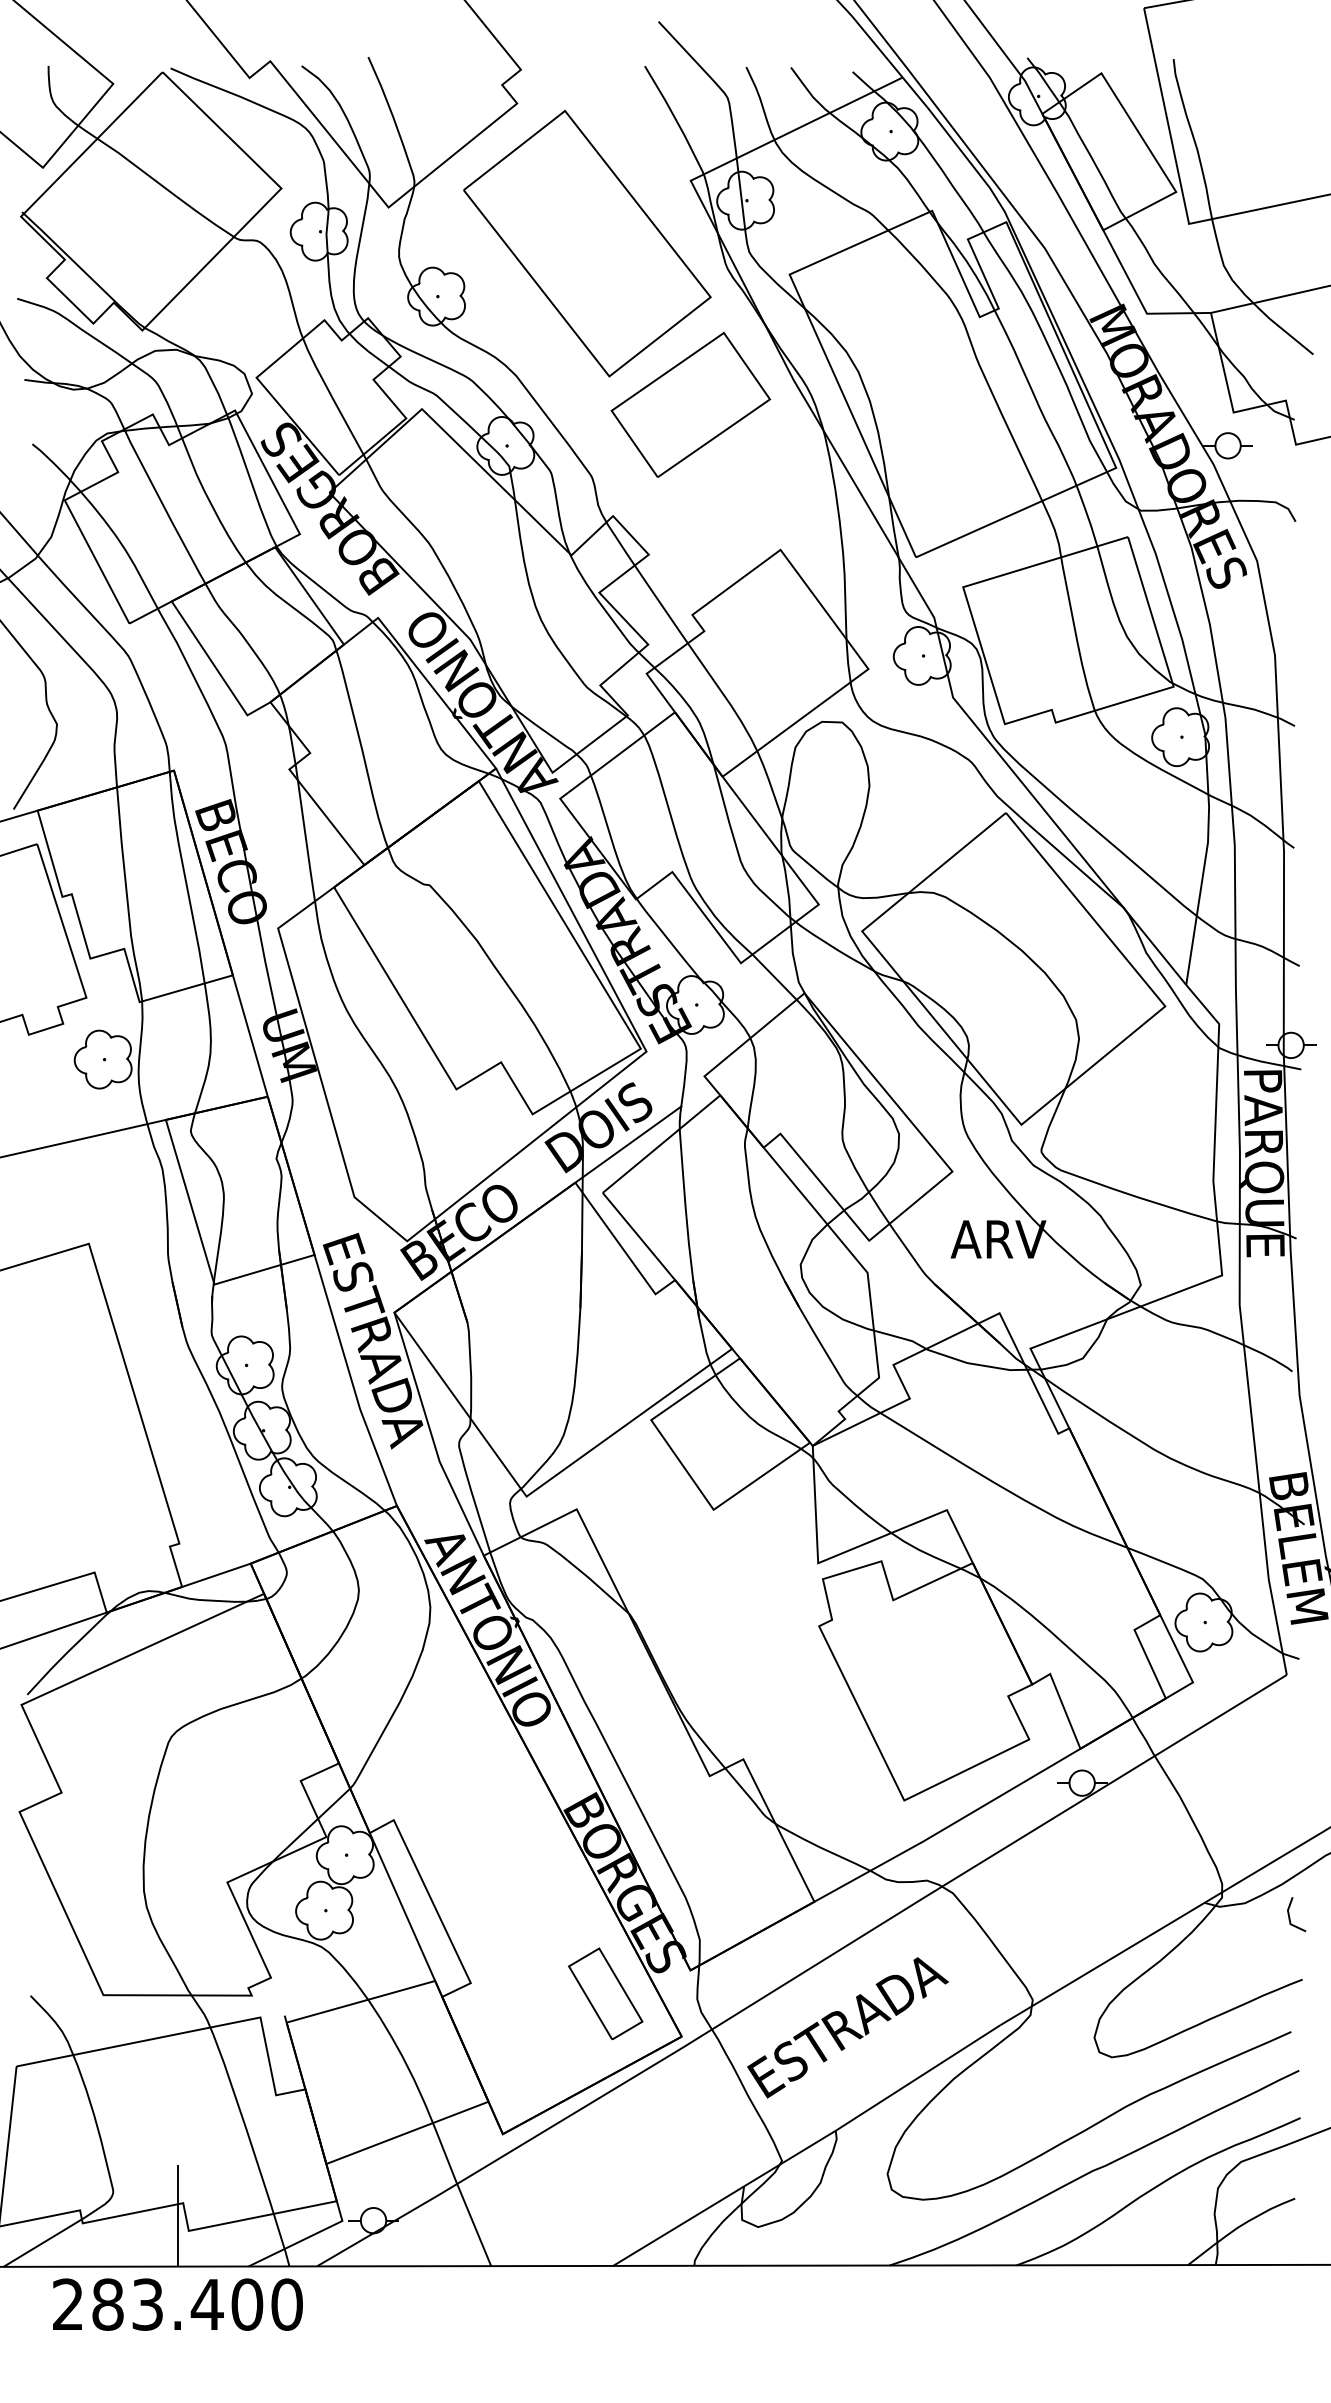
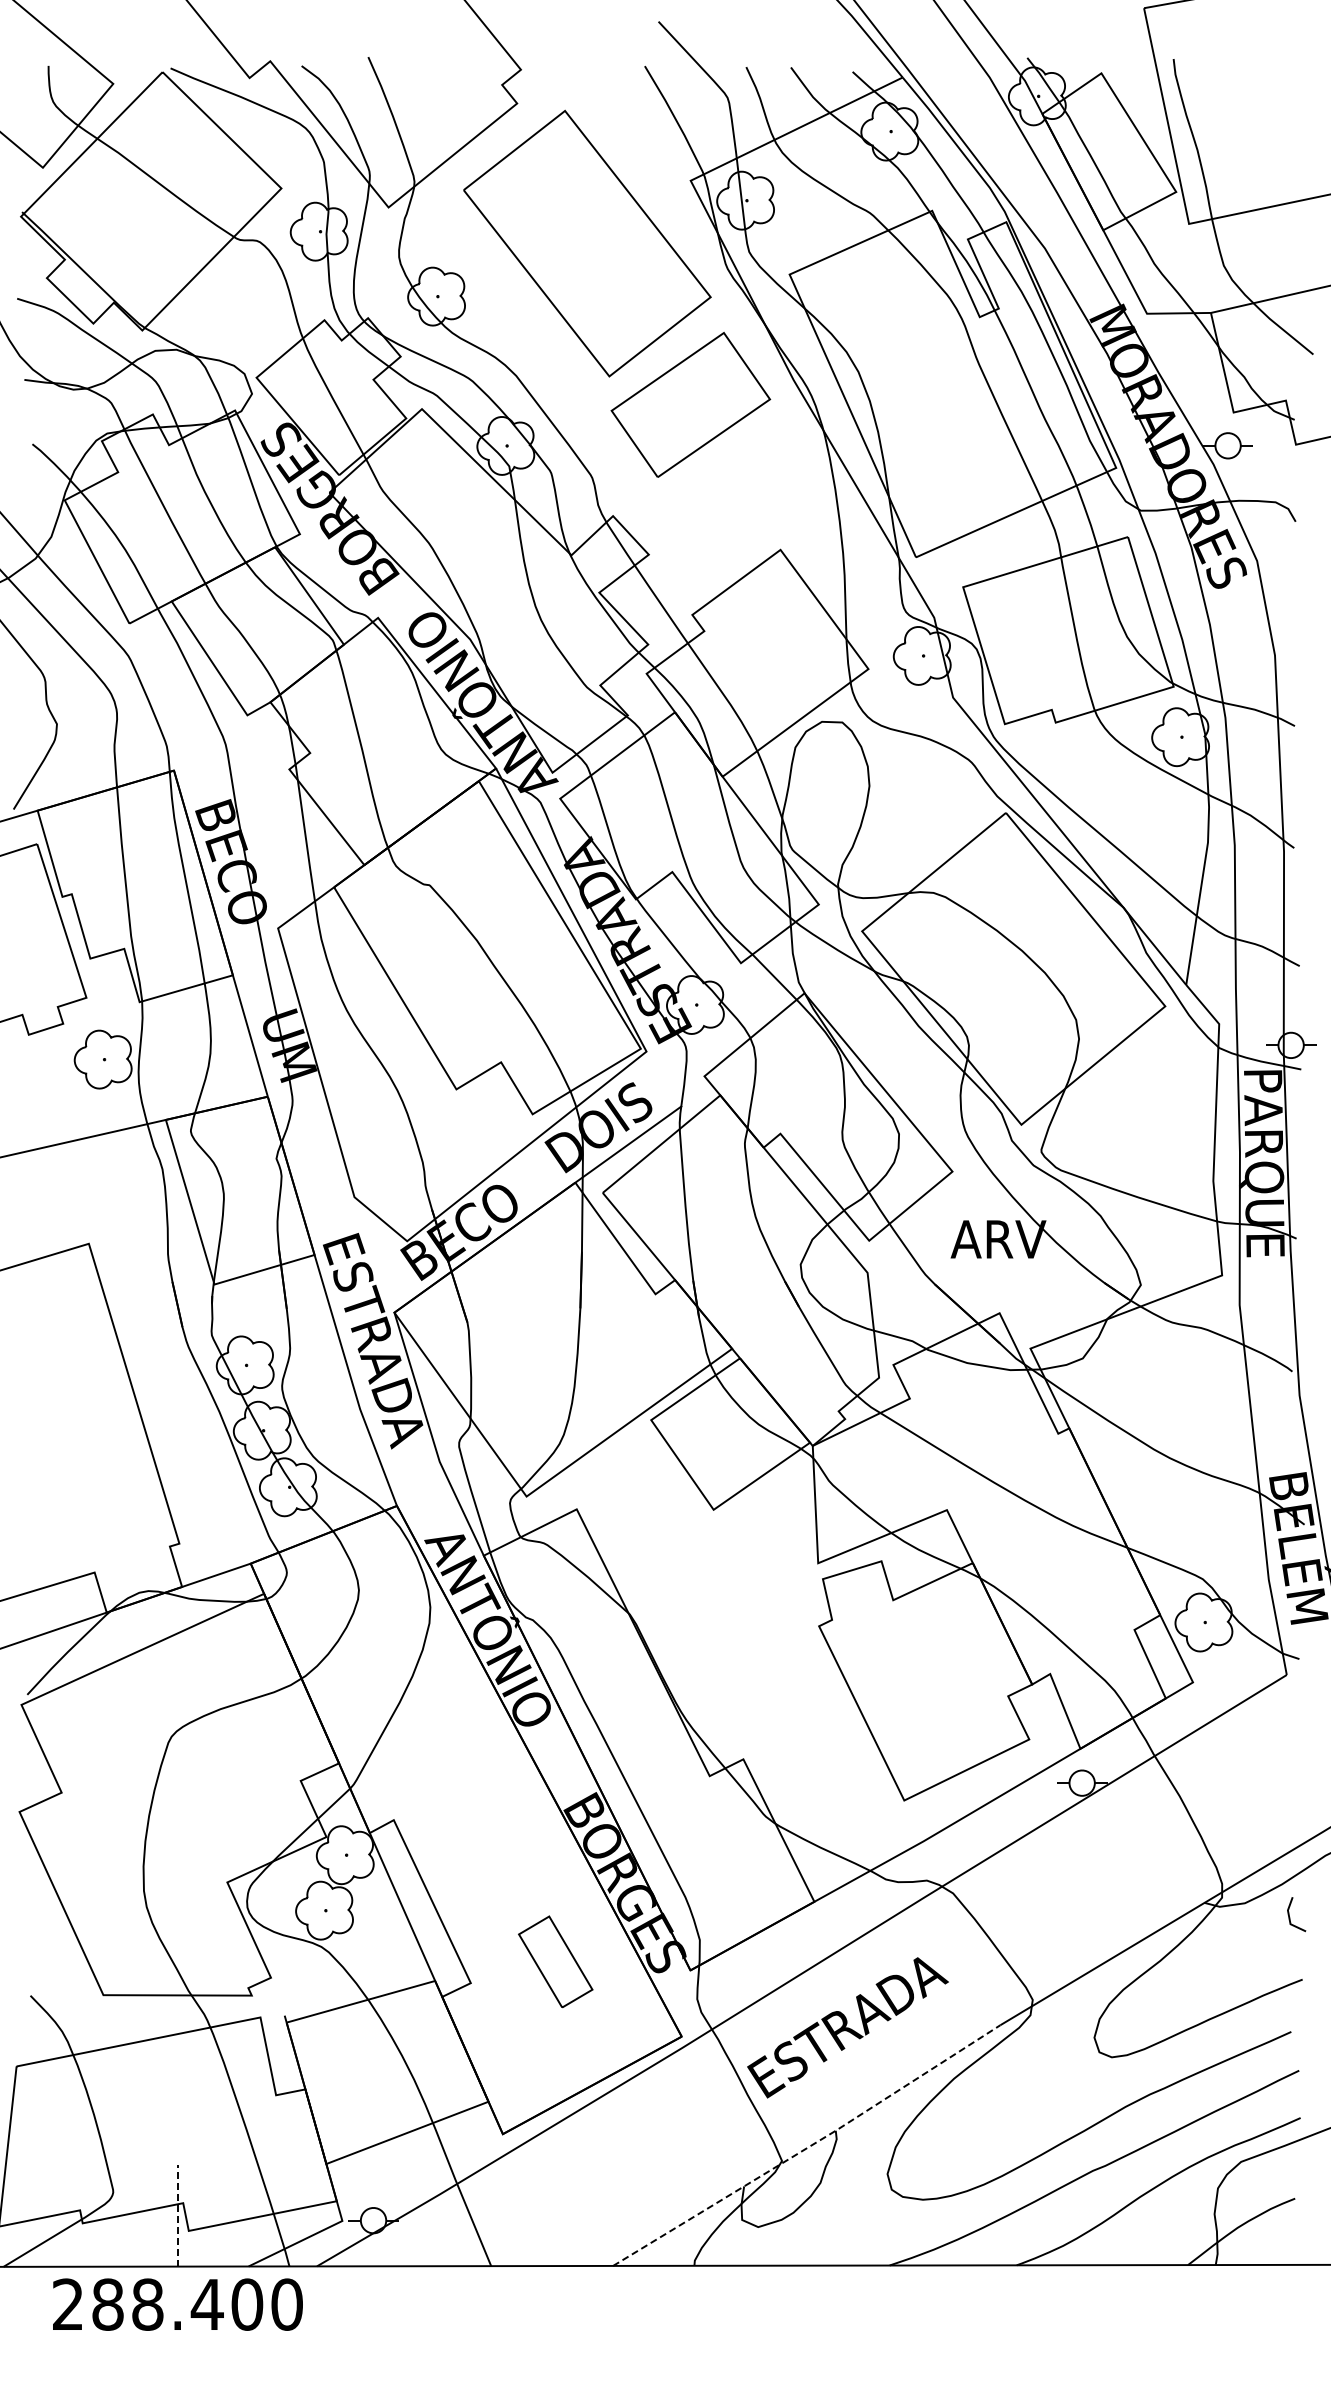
part at (605, 1993) position: (605, 1993) -> (555, 1961)
line at (808, 2147): solid -> dashed
line at (177, 2215): solid -> dashed
text at (147, 2304): 283.400 -> 288.400
